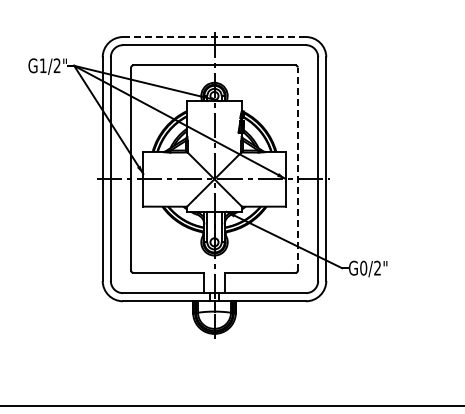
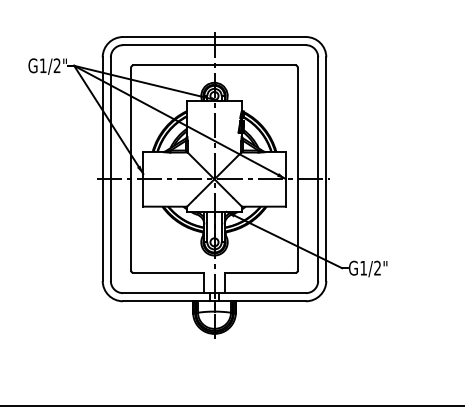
line at (215, 37): dashed -> solid
line at (297, 169): dashed -> solid
text at (363, 267): G0/2" -> G1/2"
